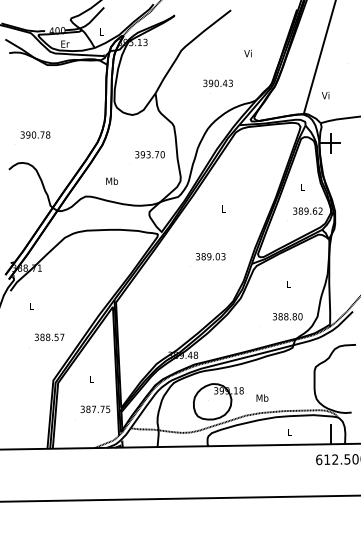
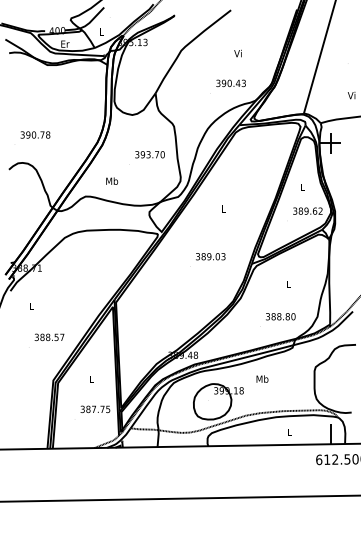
text at (247, 53) position: (247, 53) -> (237, 53)
text at (217, 83) position: (217, 83) -> (230, 83)
text at (325, 95) position: (325, 95) -> (351, 95)
text at (287, 316) position: (287, 316) -> (280, 316)
text at (262, 397) position: (262, 397) -> (262, 378)
